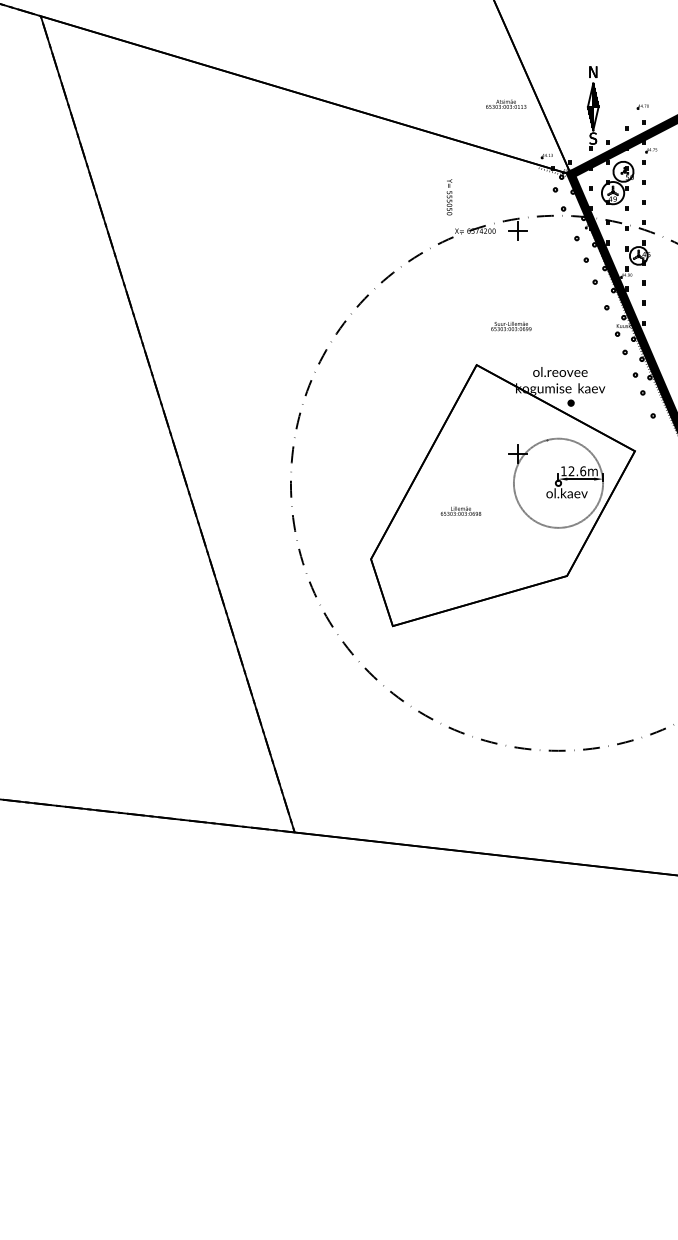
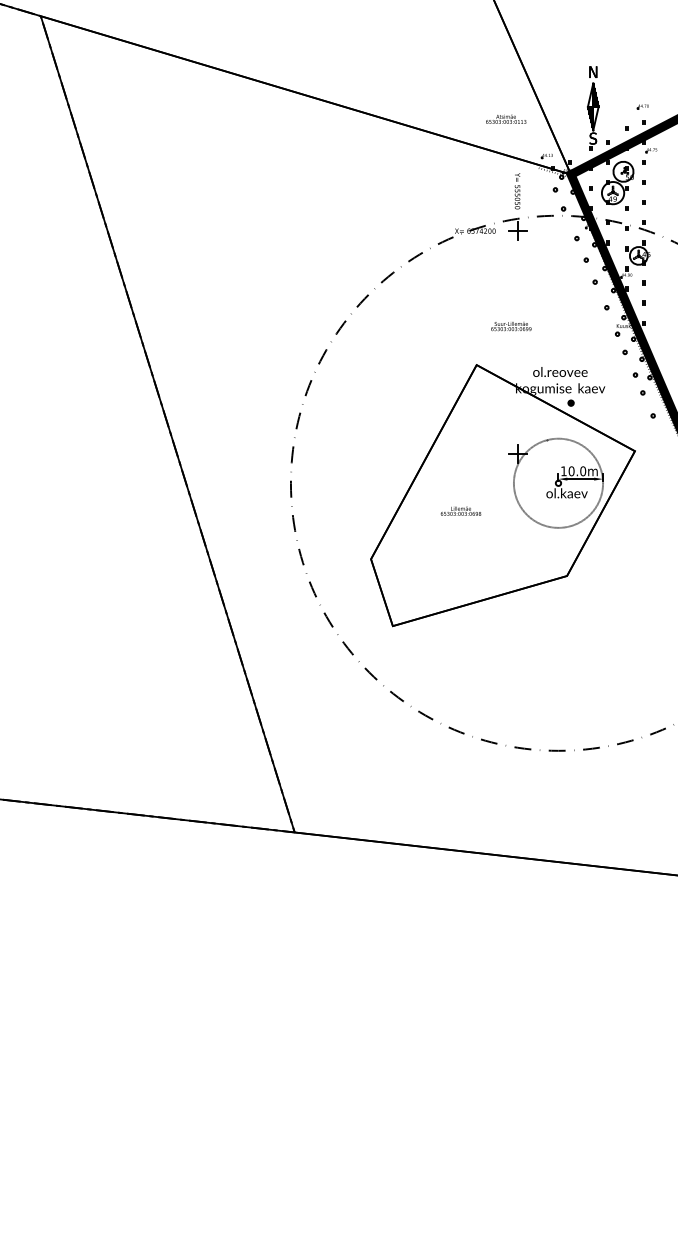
text at (506, 103) position: (506, 103) -> (506, 118)
text at (449, 197) position: (449, 197) -> (517, 191)
text at (577, 471): 12.6m -> 10.0m
